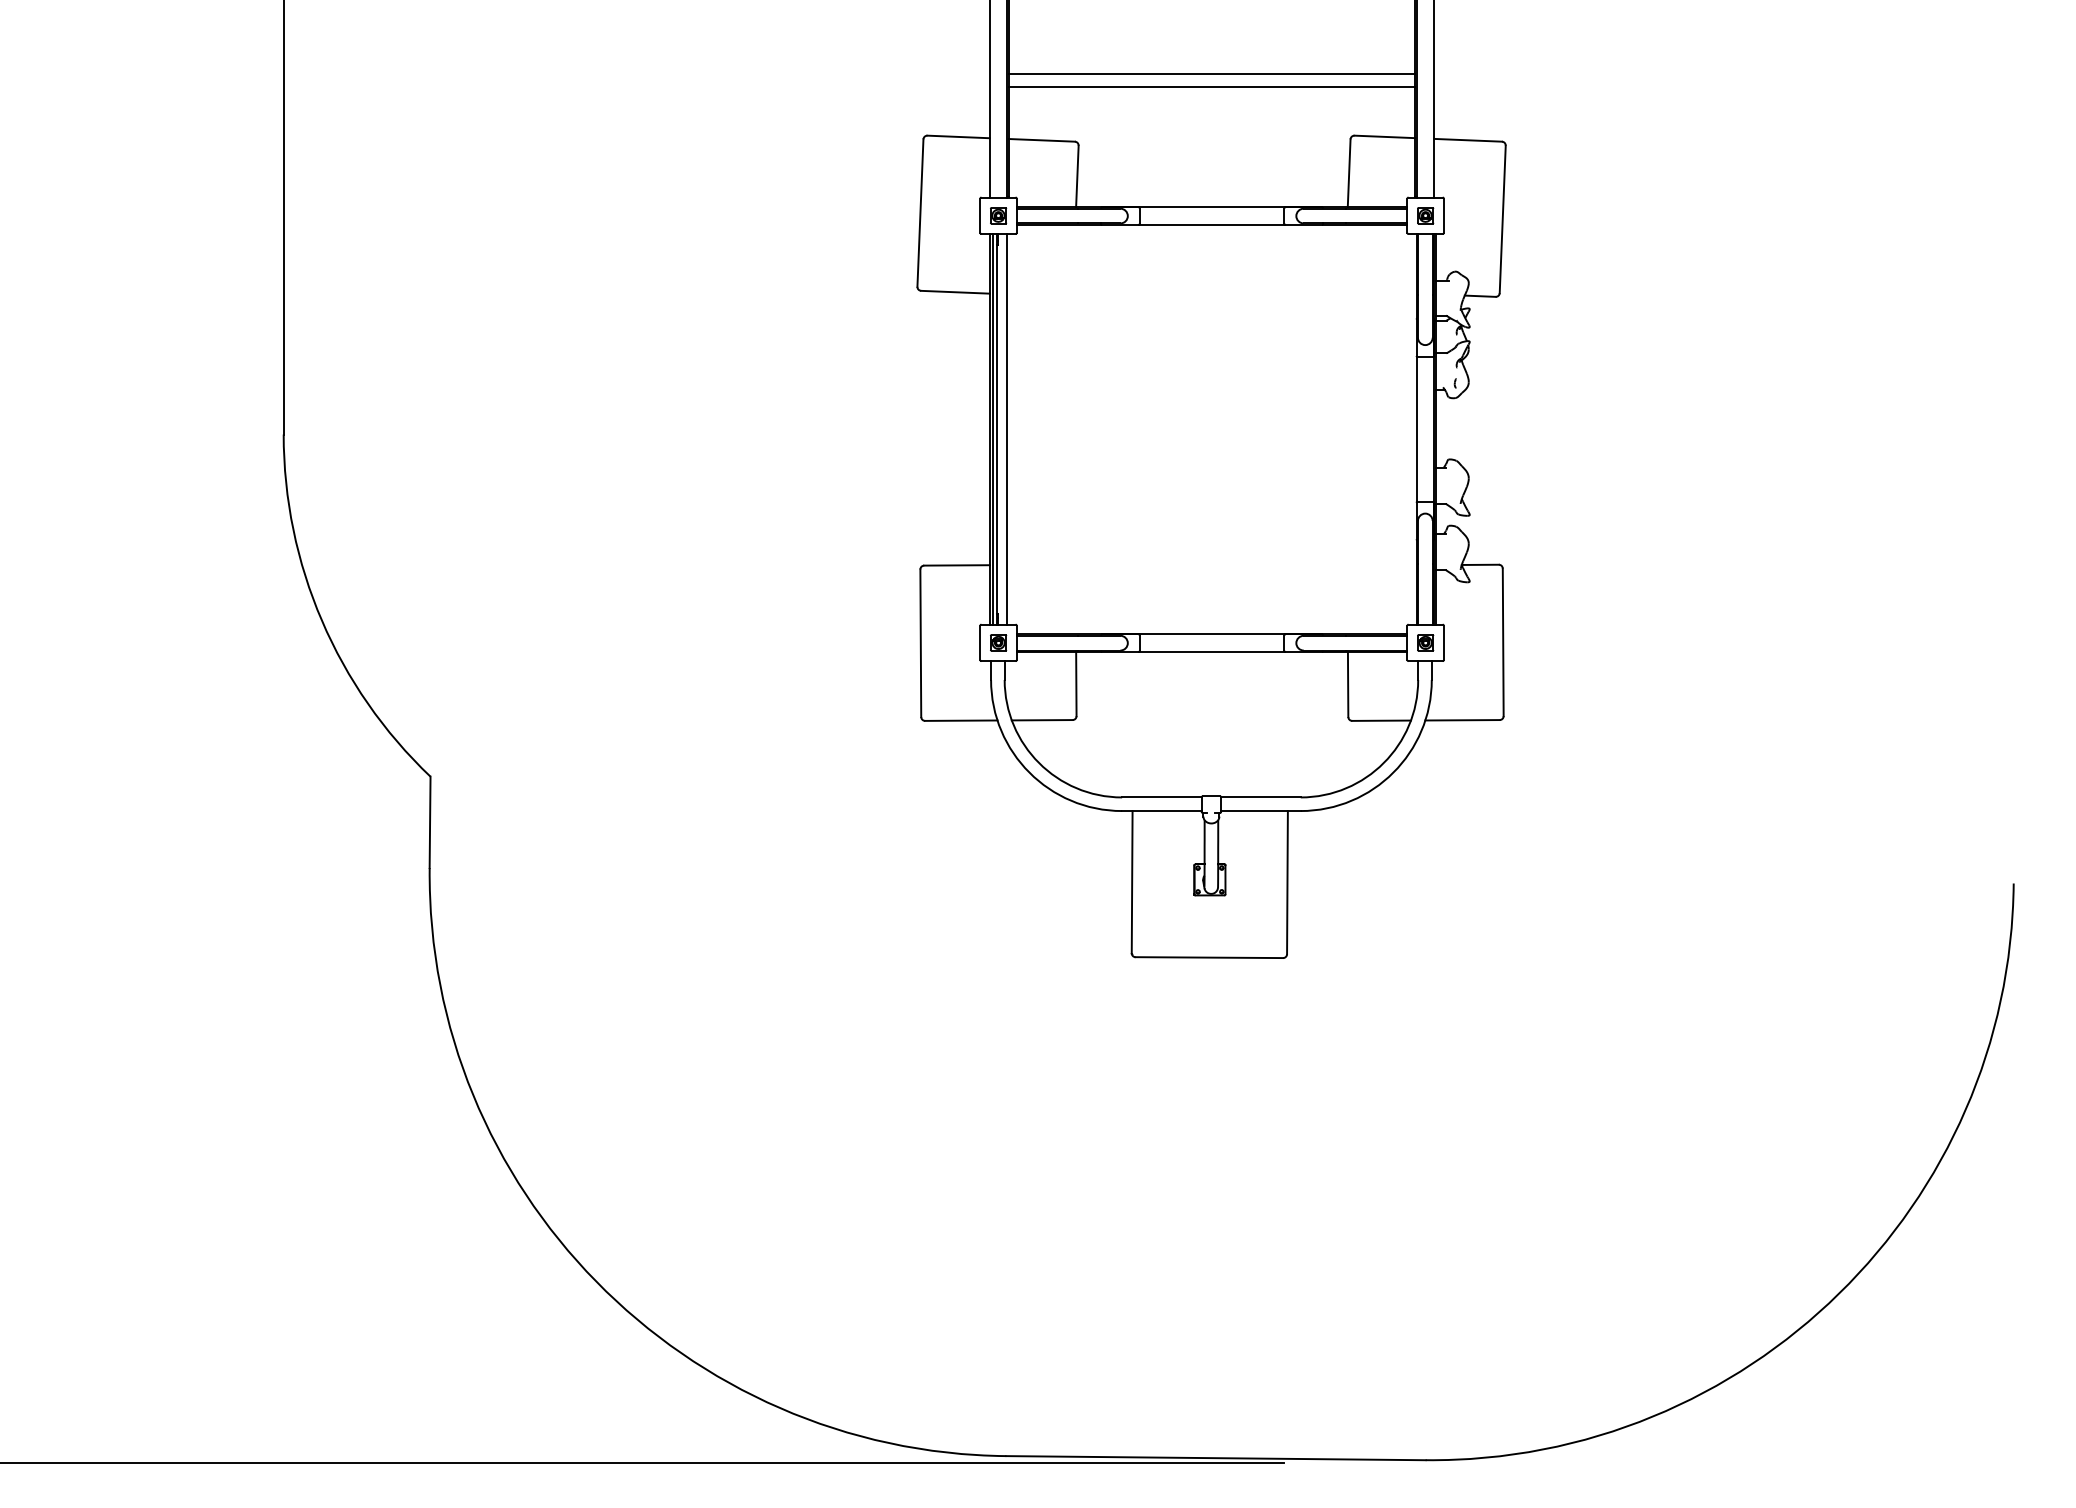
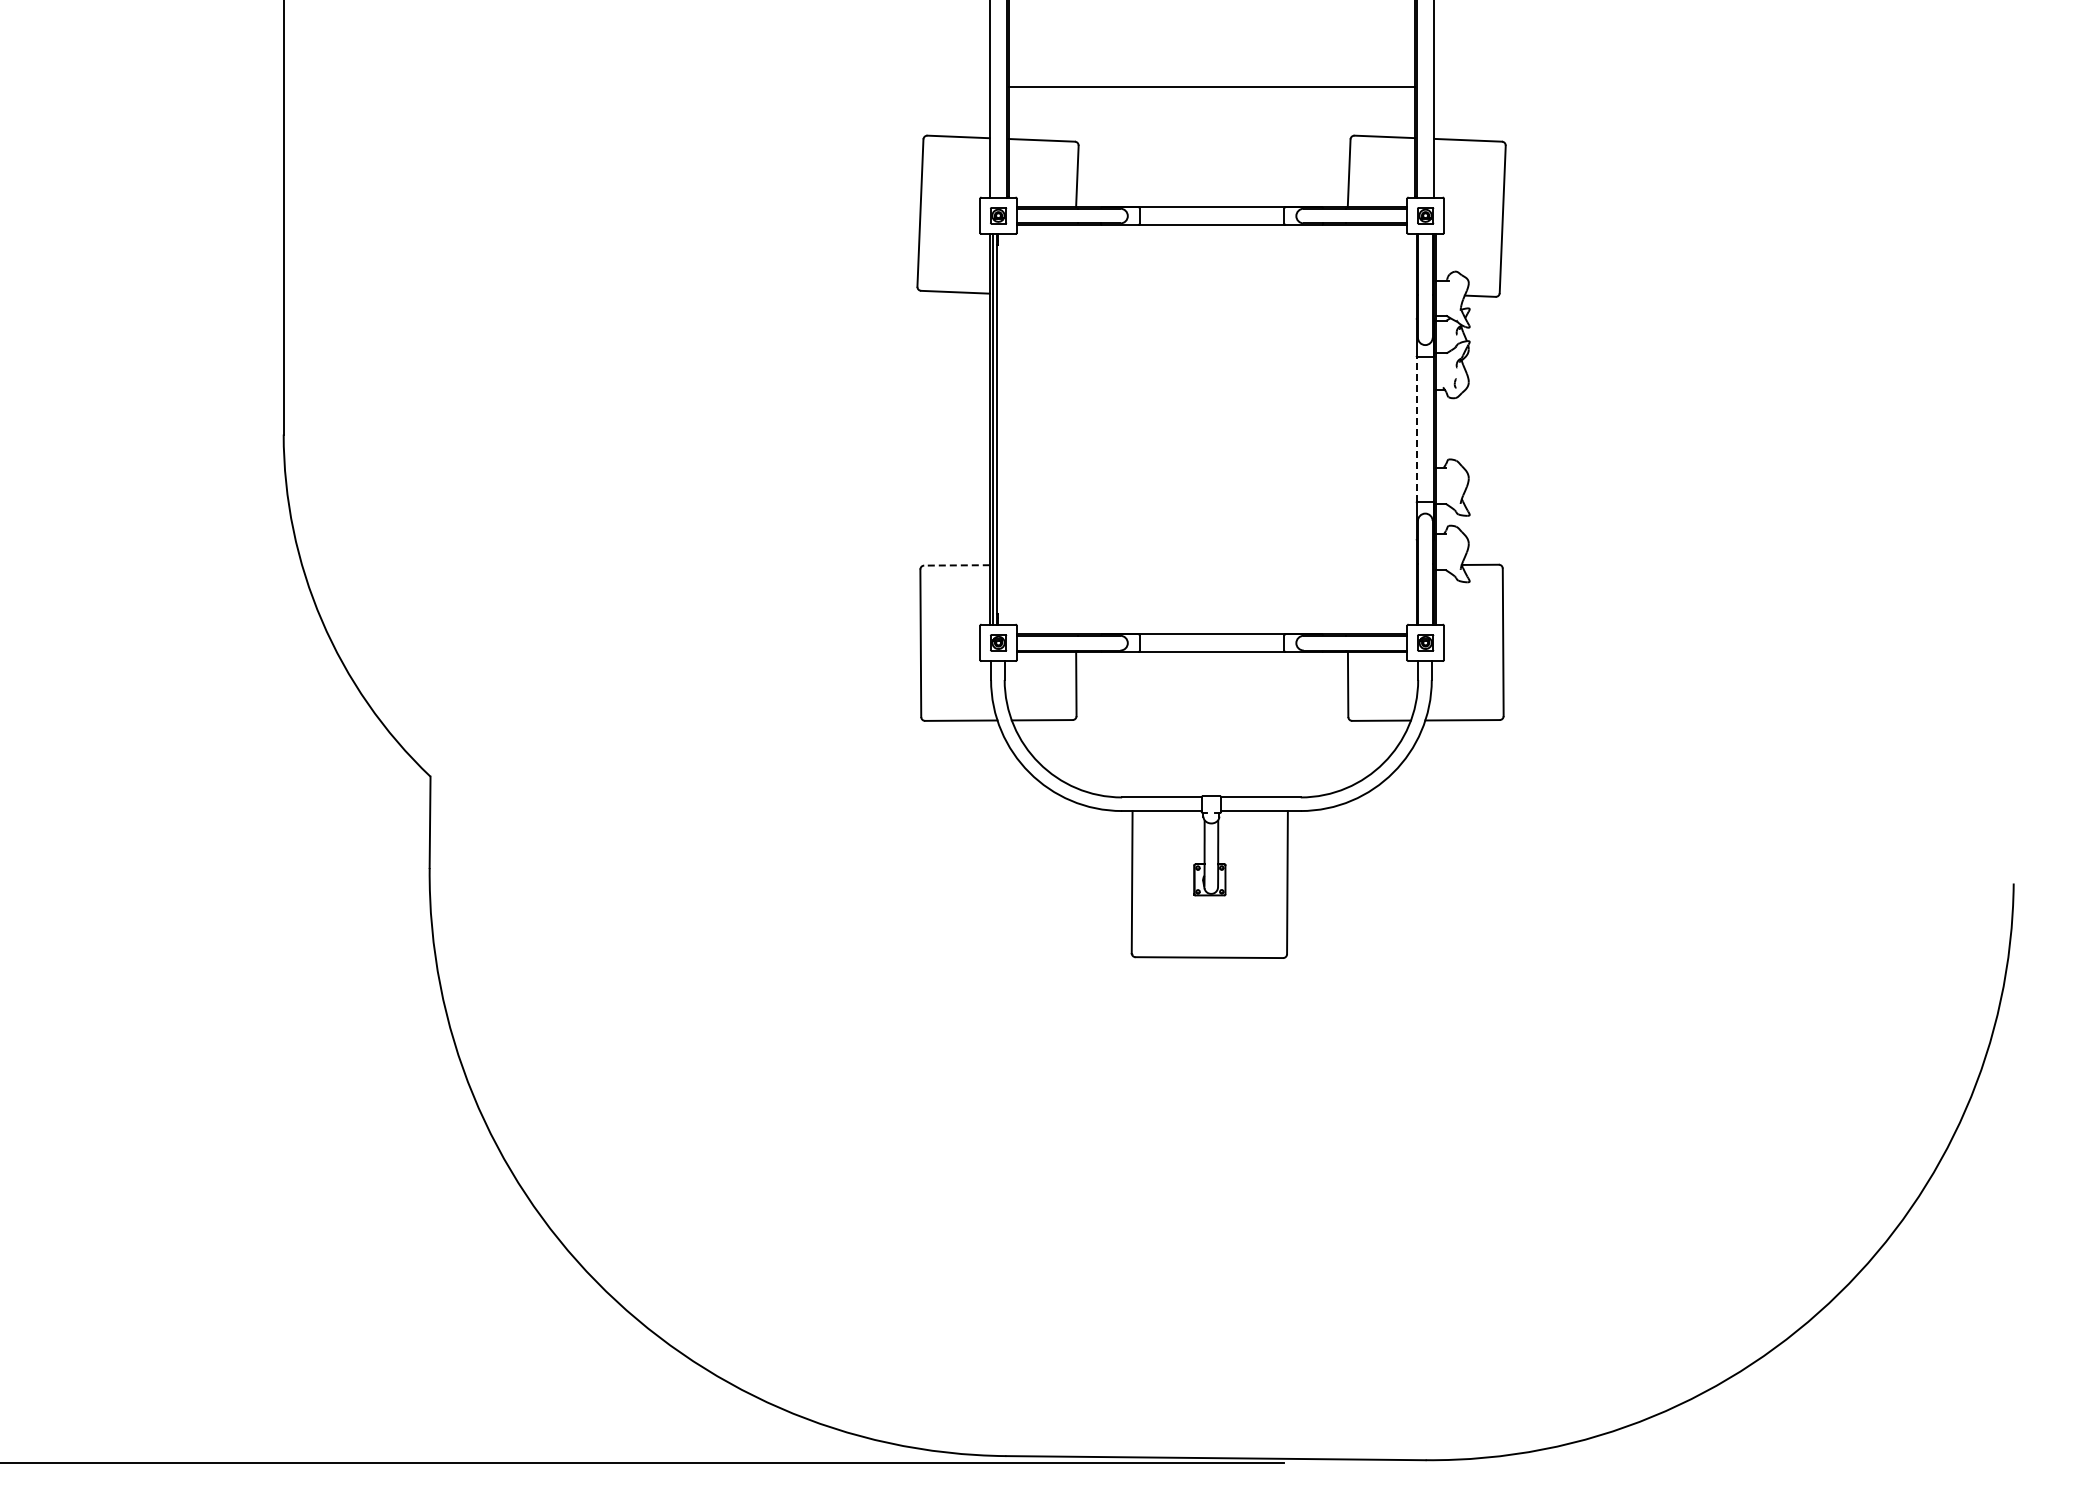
line at (1211, 73): present -> none
line at (1007, 429): present -> none
line at (1416, 429): solid -> dashed
line at (957, 565): solid -> dashed
